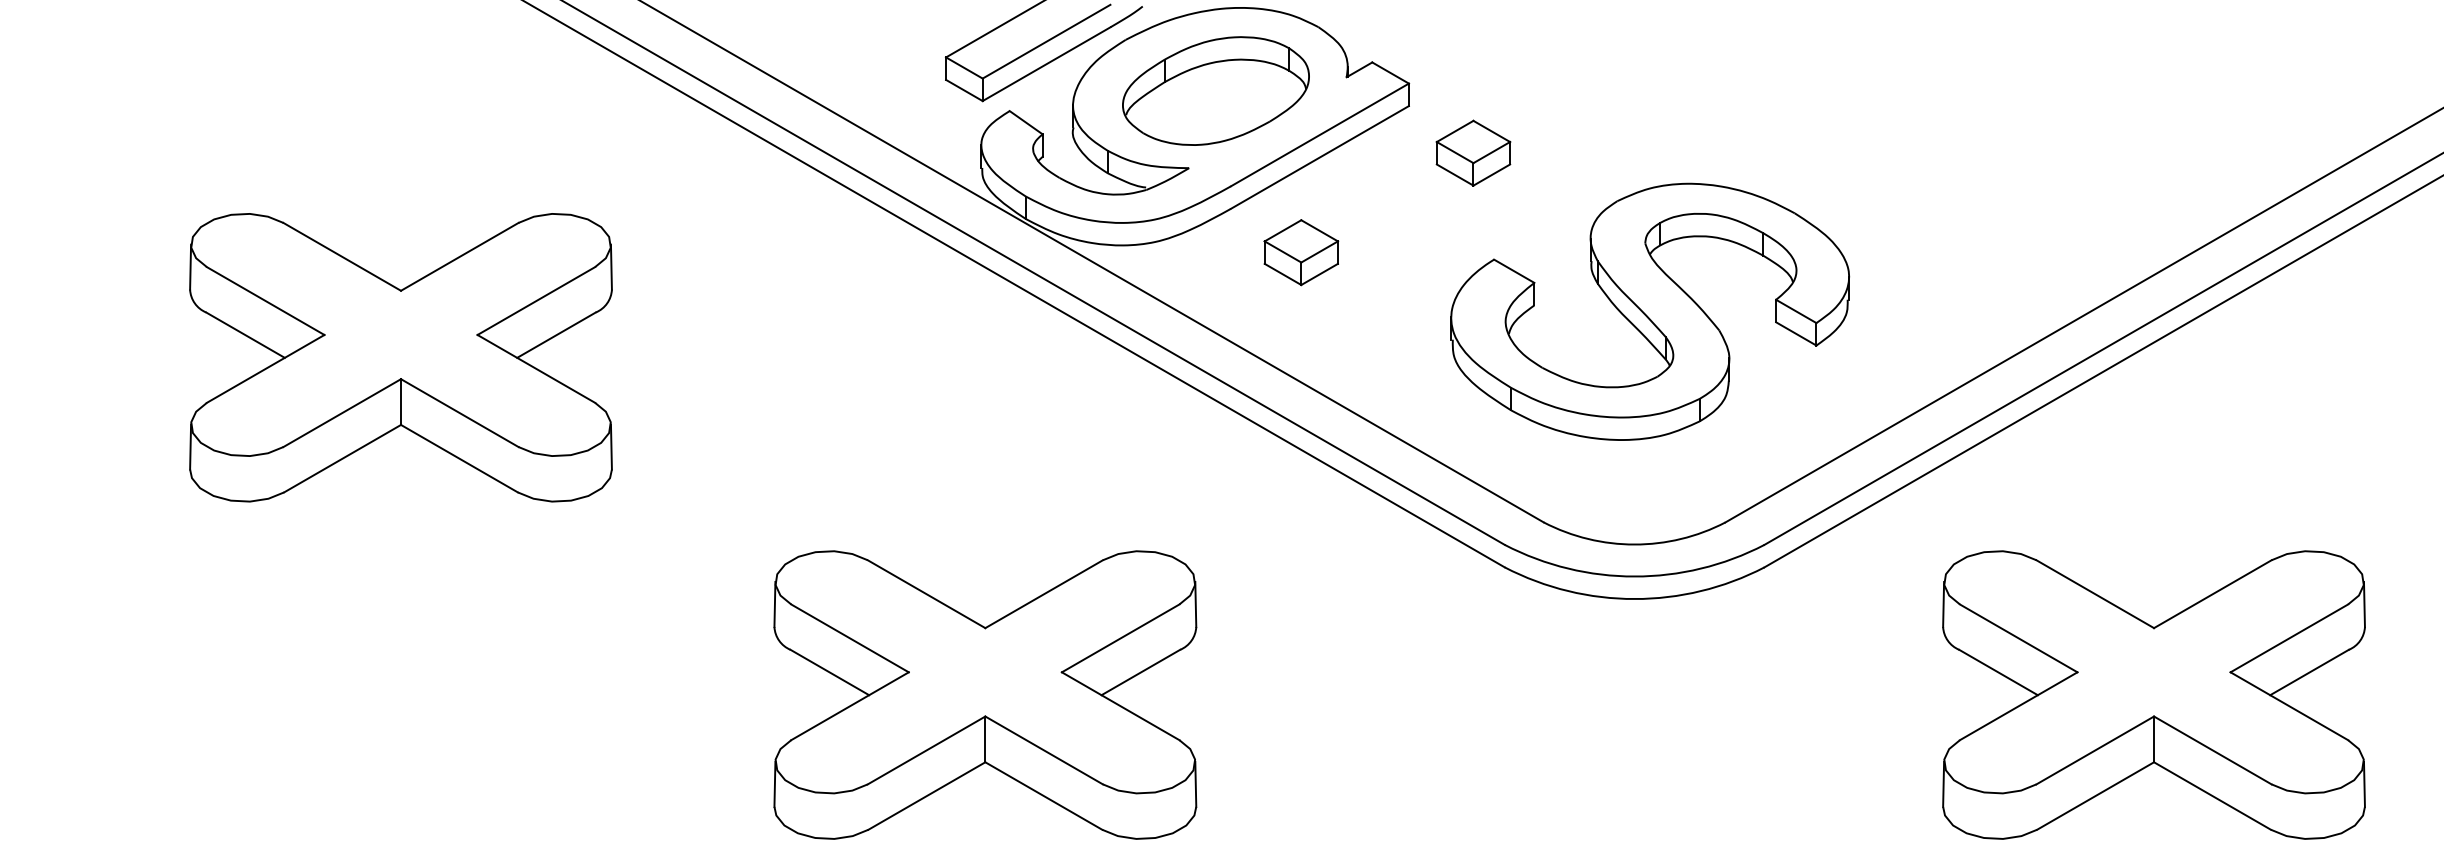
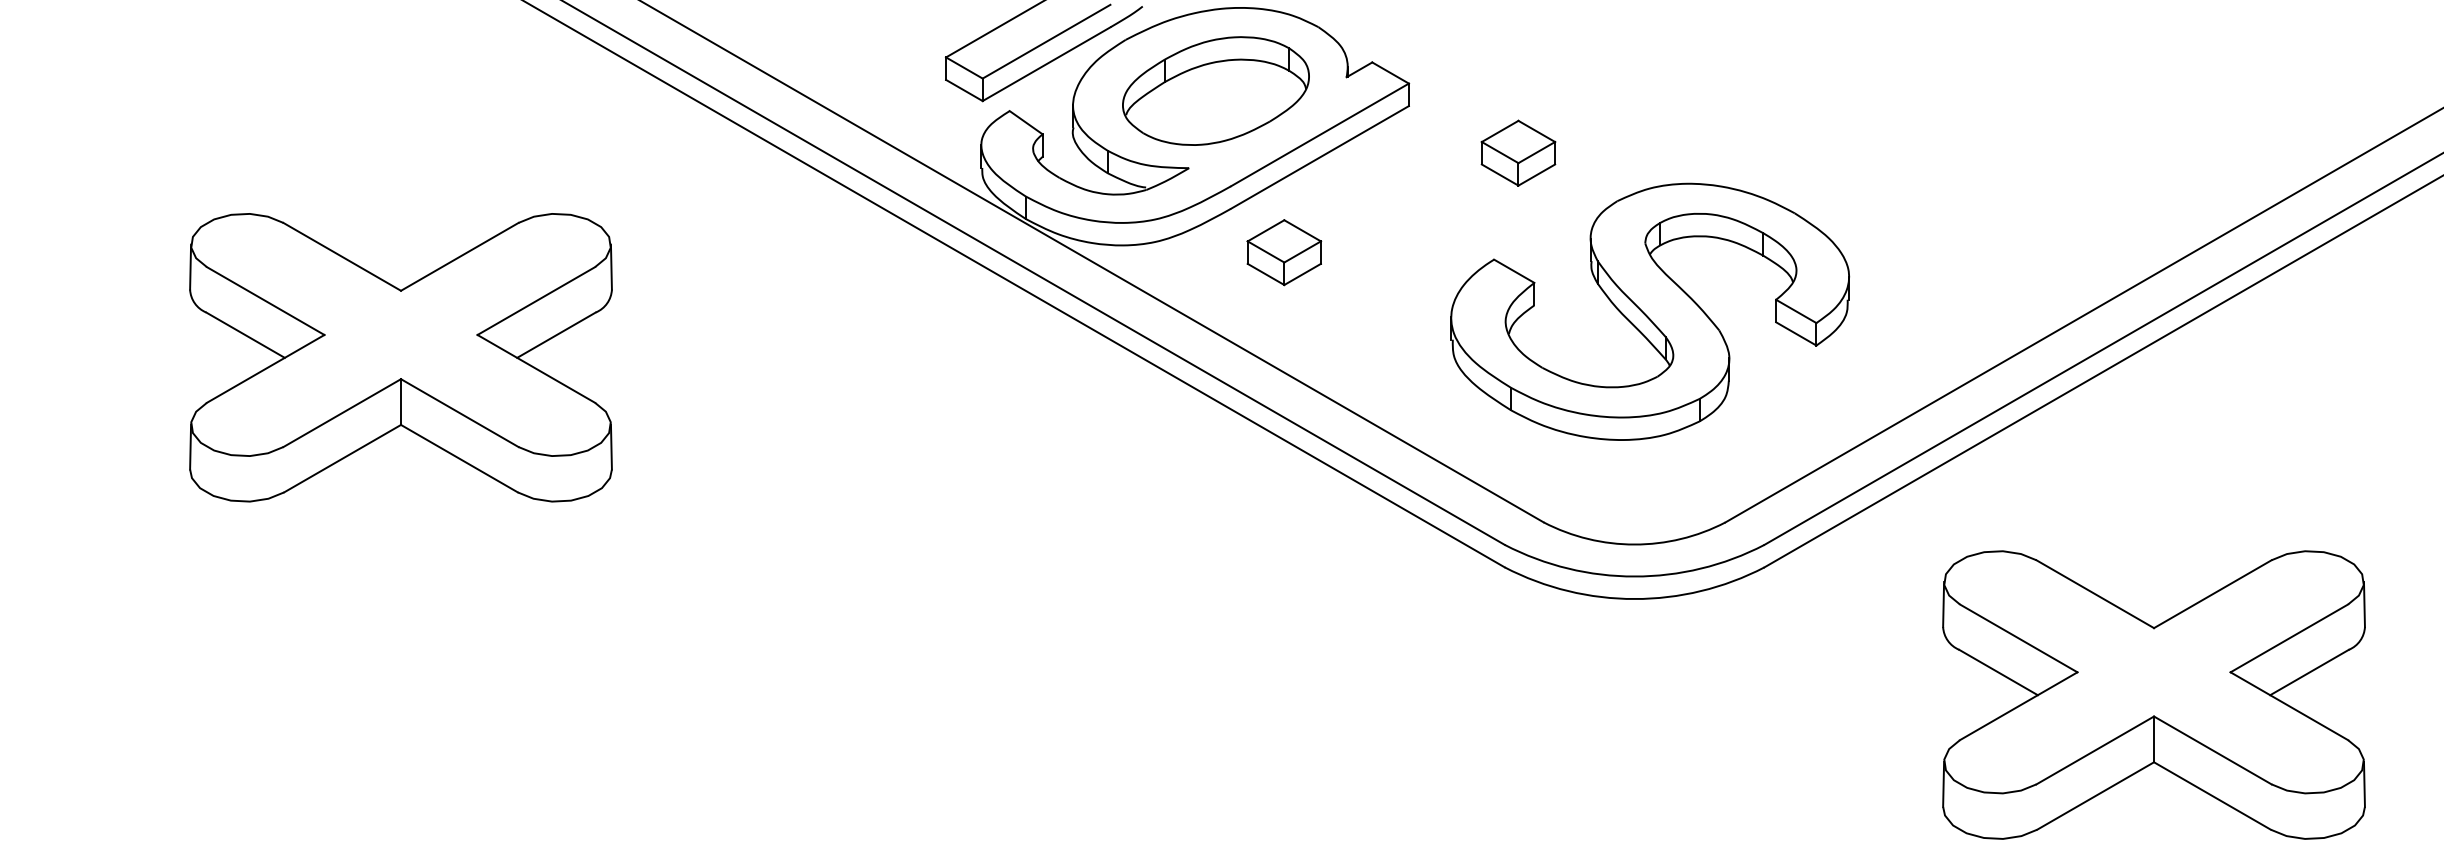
part at (1473, 152) position: (1473, 152) -> (1518, 152)
part at (1301, 252) position: (1301, 252) -> (1284, 252)
part at (985, 694): present -> none
